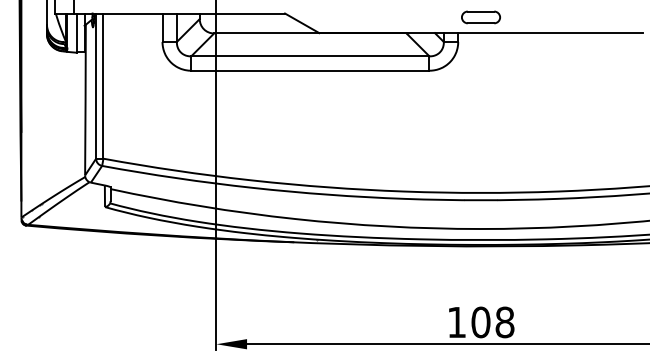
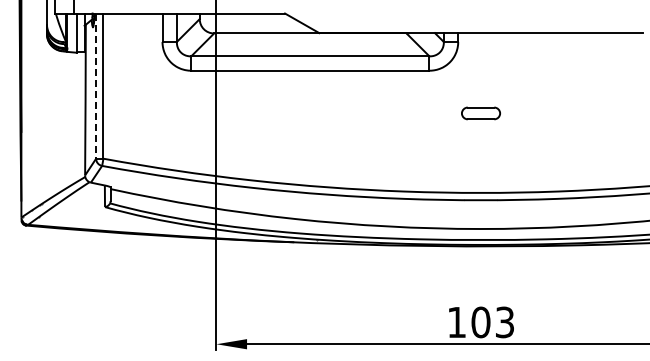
part at (480, 17) position: (480, 17) -> (480, 113)
line at (96, 86): solid -> dashed
text at (504, 322): 108 -> 103
